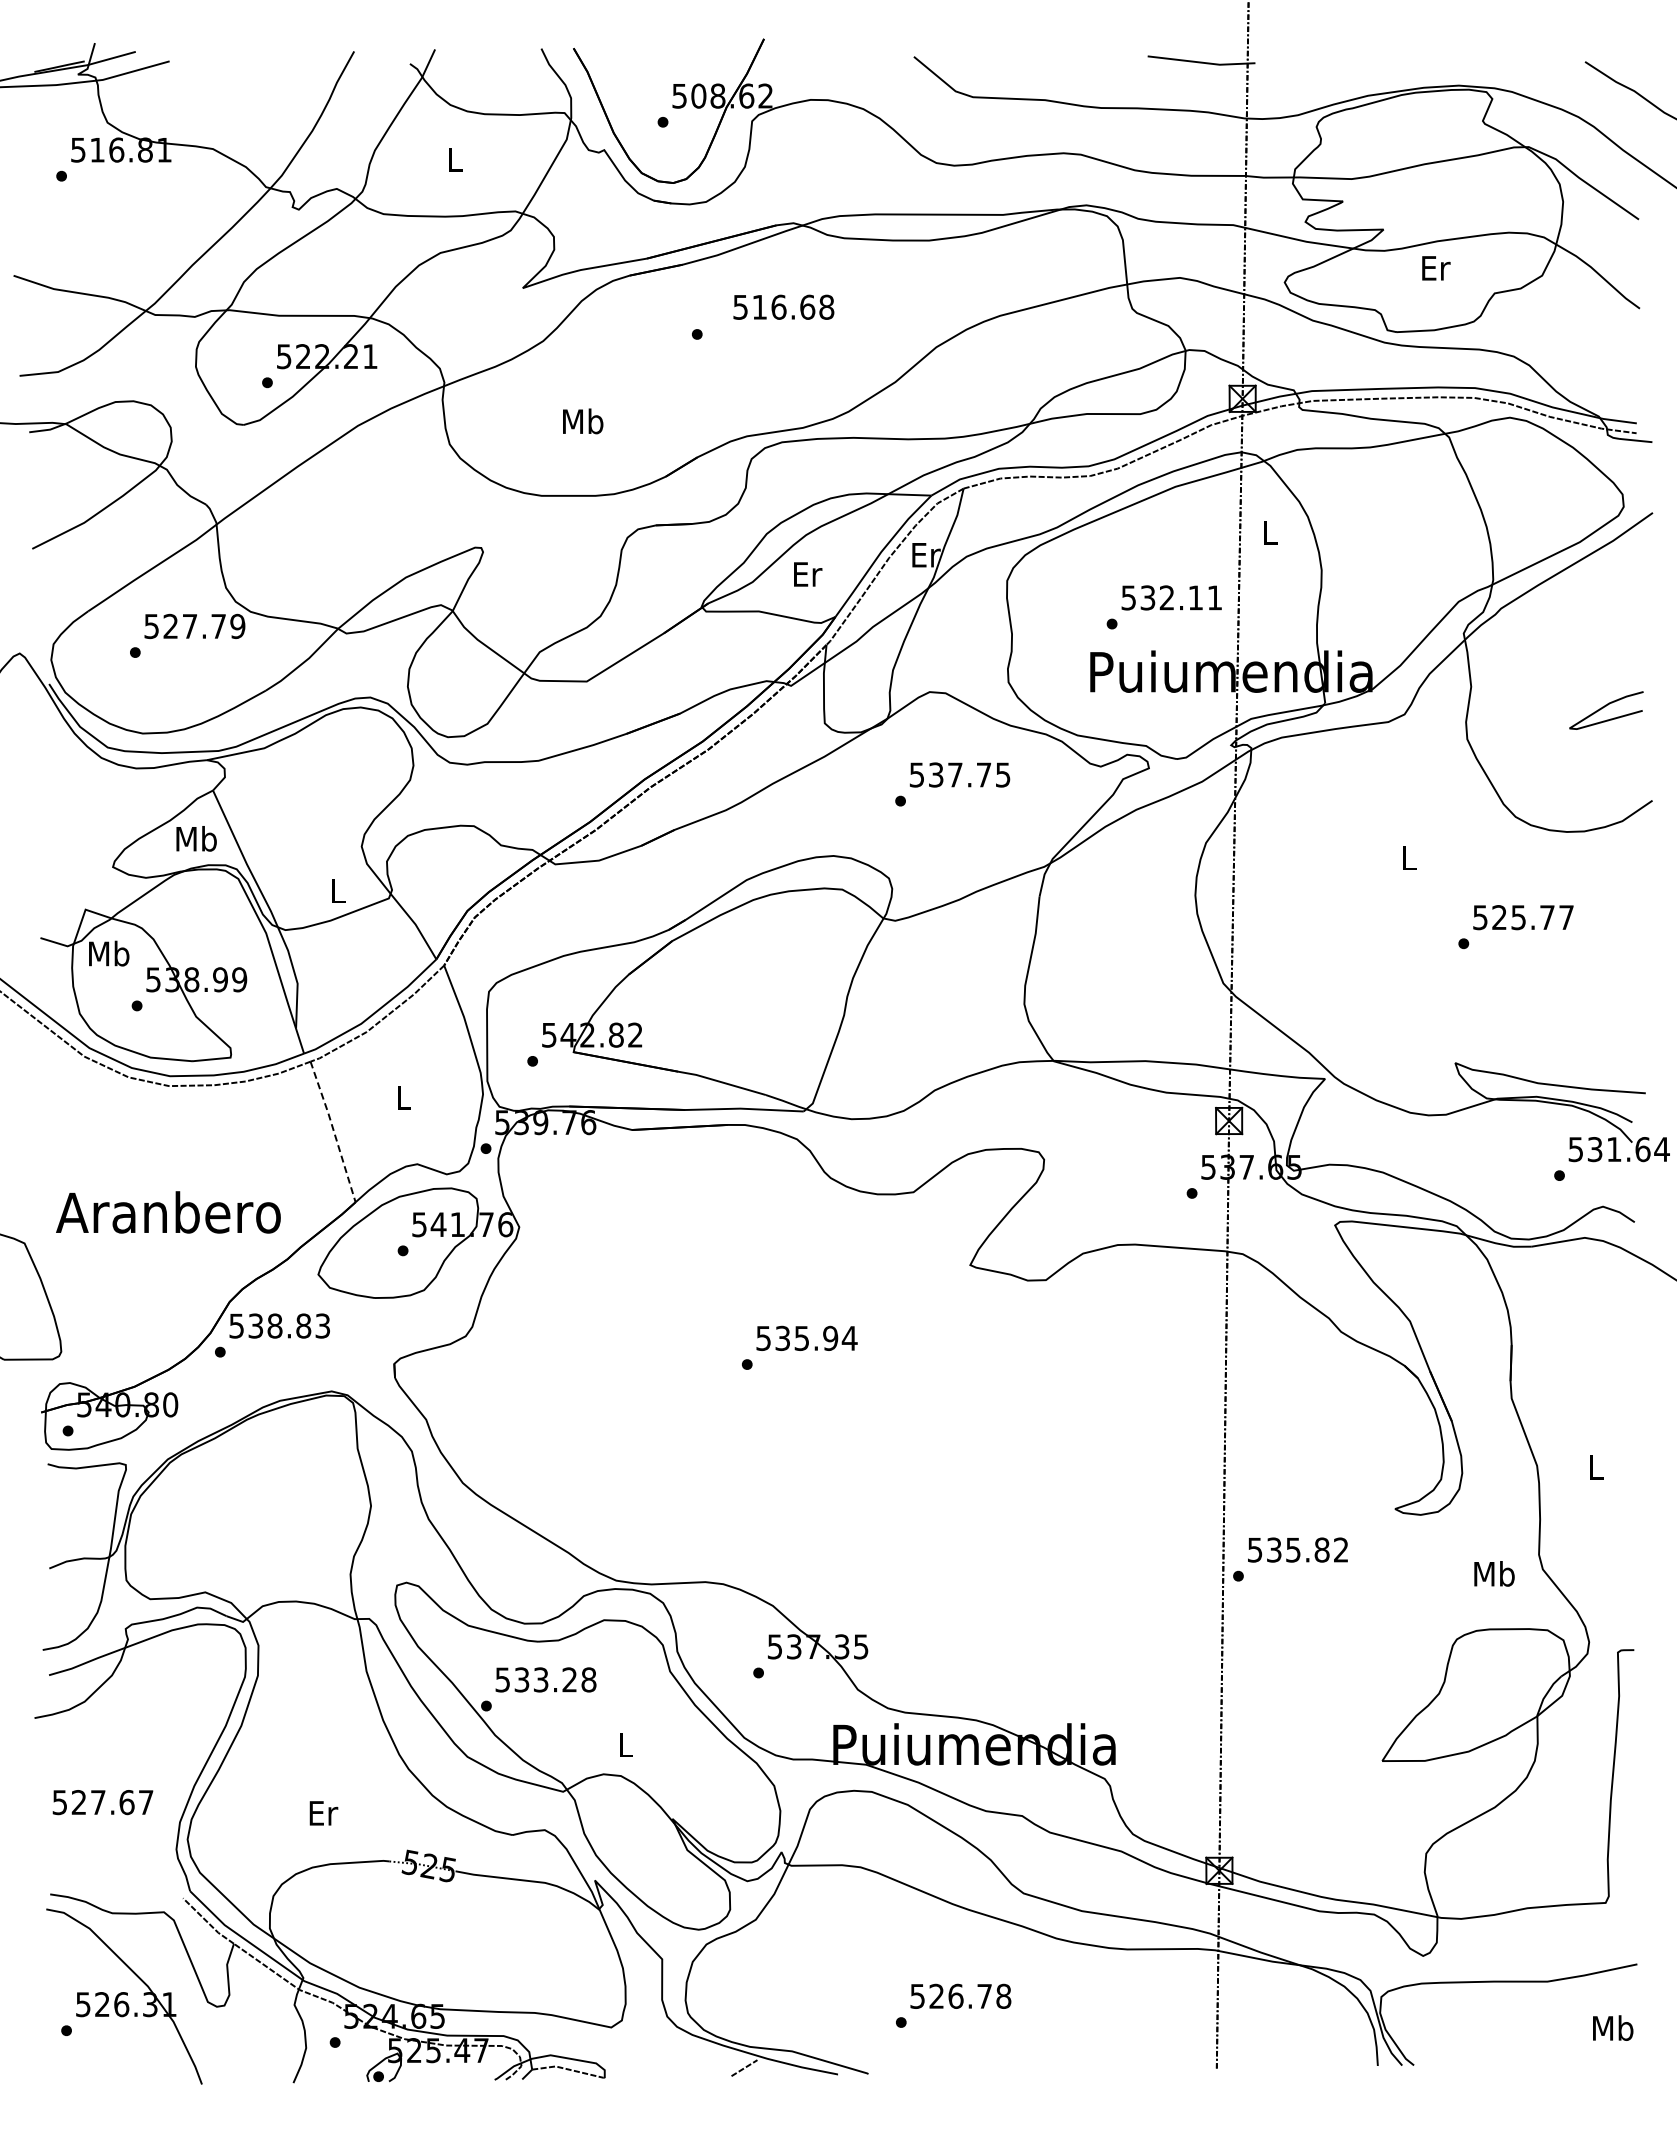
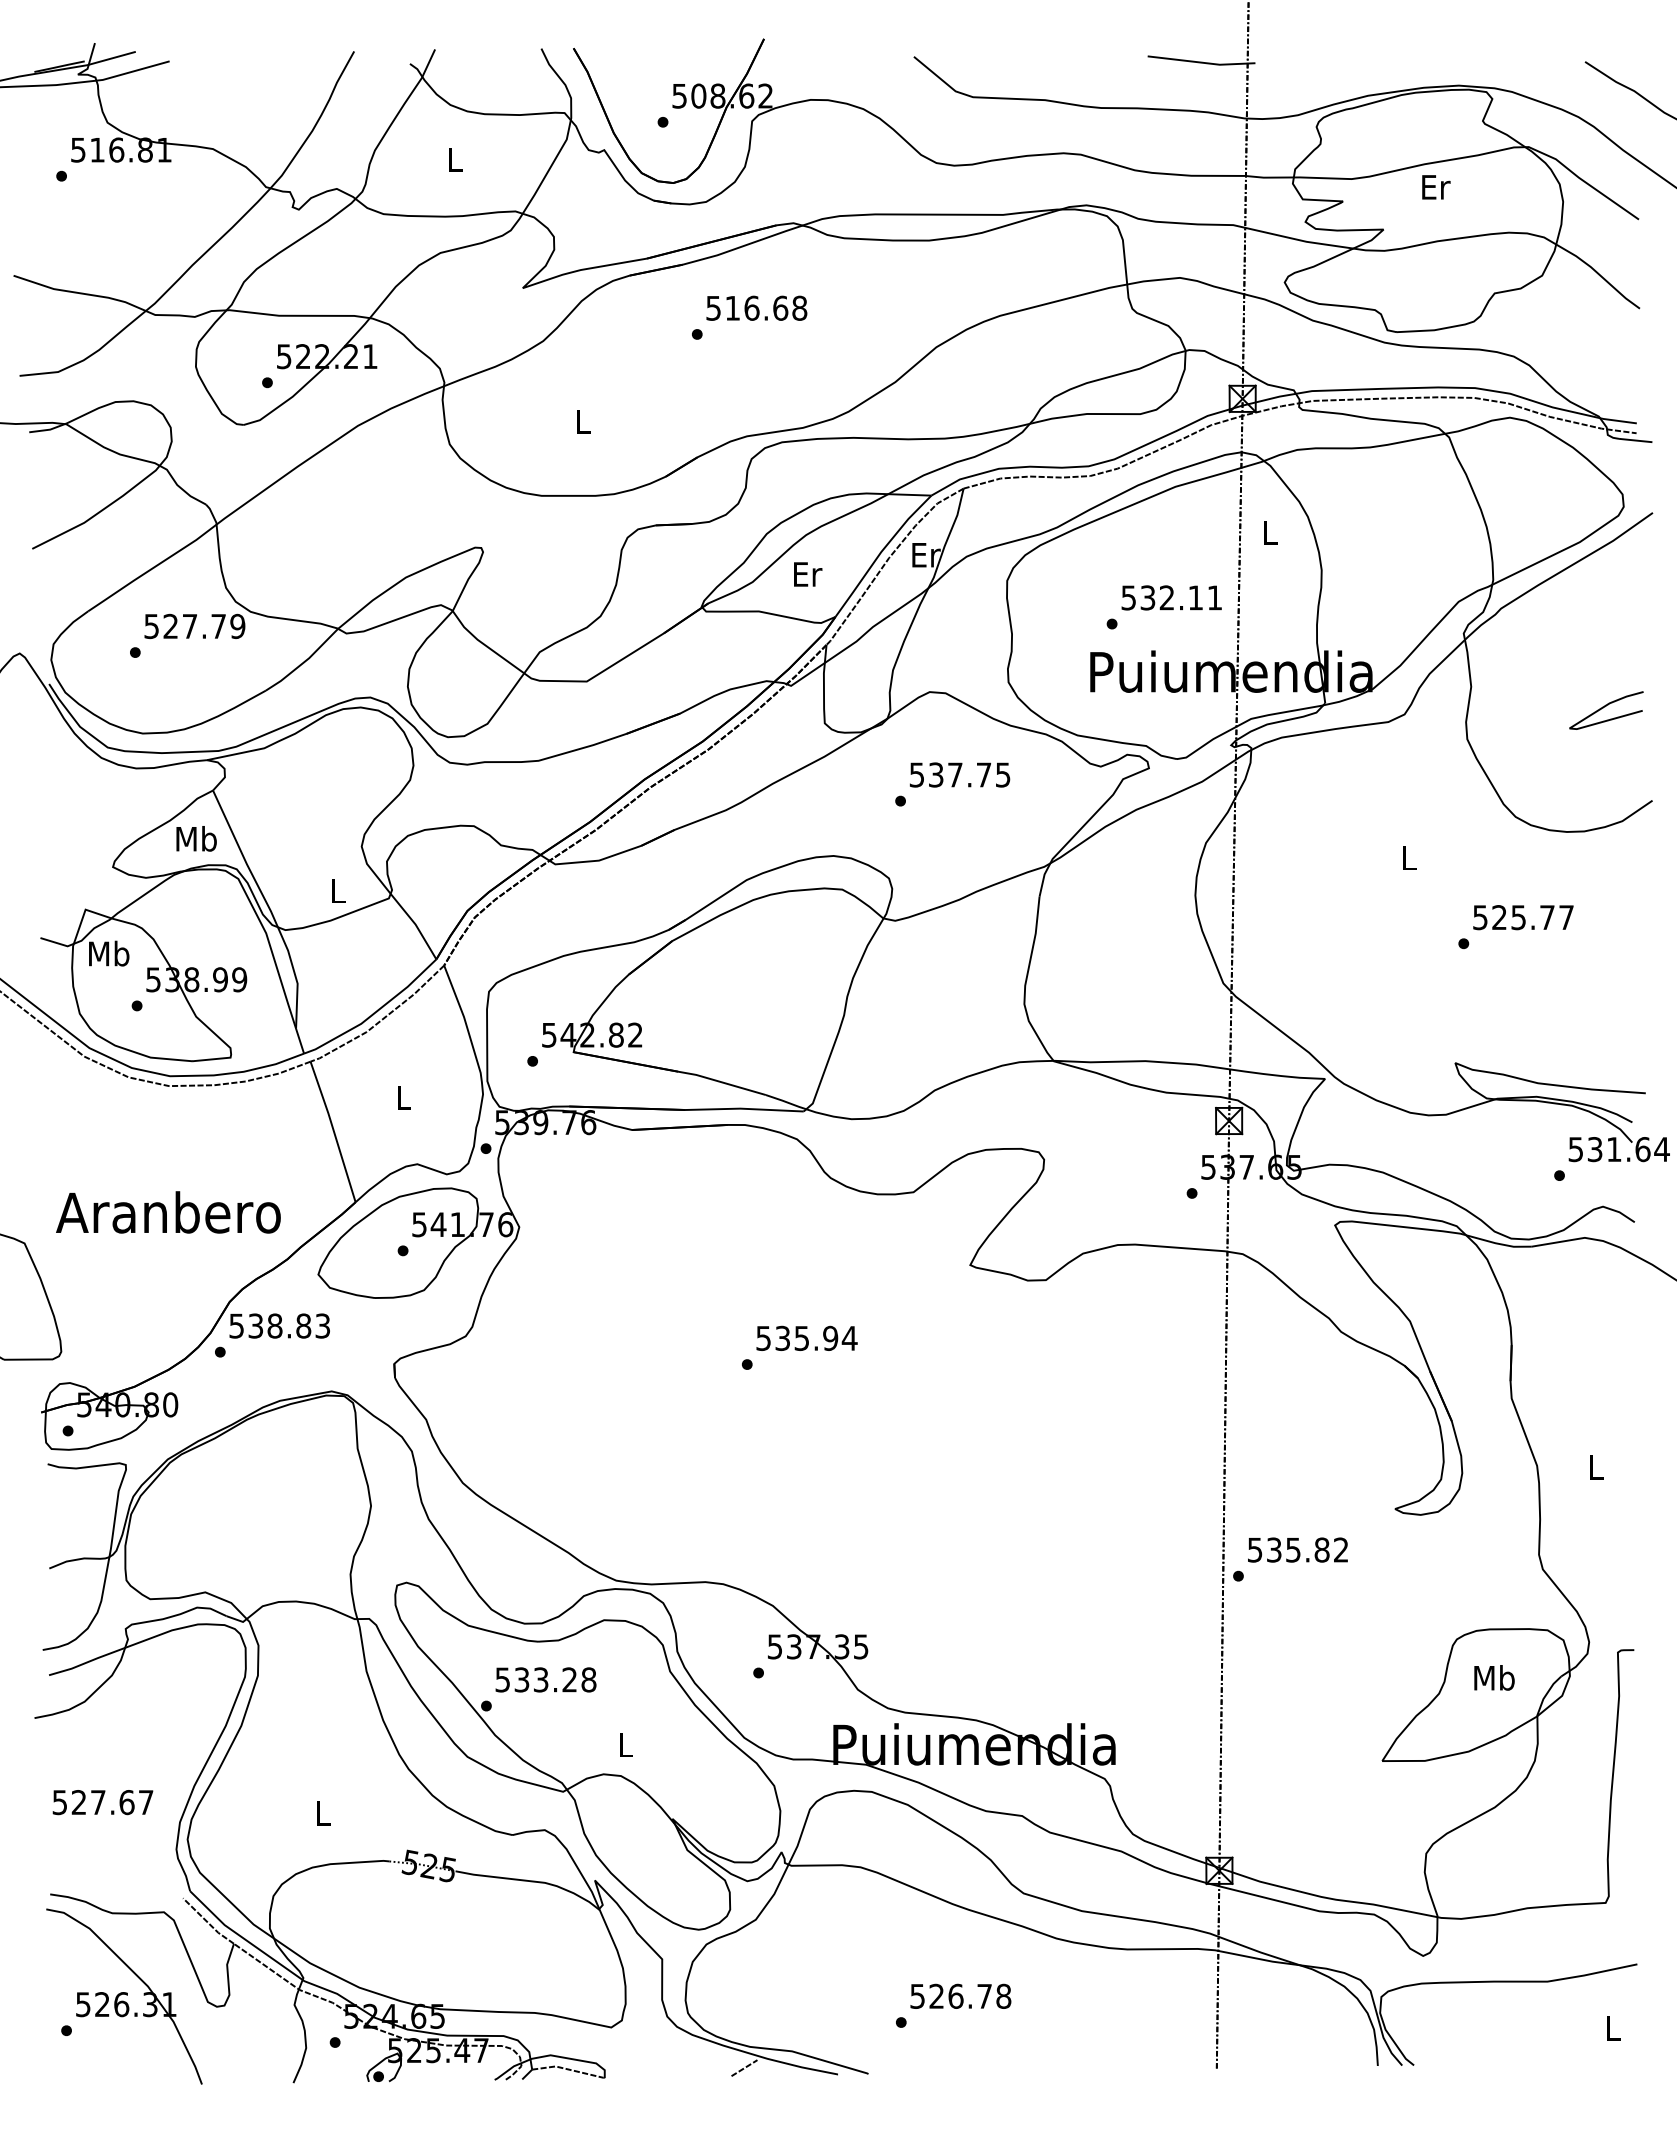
text at (1436, 268) position: (1436, 268) -> (1436, 187)
text at (783, 306) position: (783, 306) -> (756, 307)
text at (583, 421): Mb -> L
line at (334, 1131): dashed -> solid
text at (1494, 1573) position: (1494, 1573) -> (1494, 1677)
text at (323, 1813): Er -> L
text at (1613, 2027): Mb -> L
